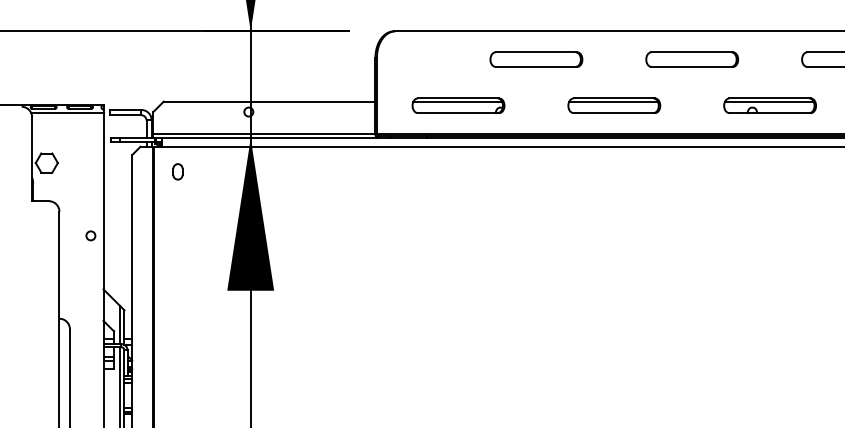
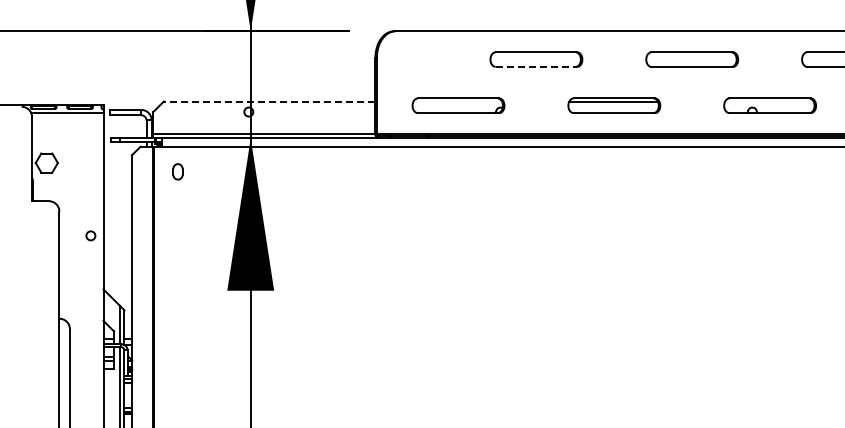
line at (536, 66): solid -> dashed
line at (269, 101): solid -> dashed
line at (457, 101): present -> none
line at (769, 101): present -> none
